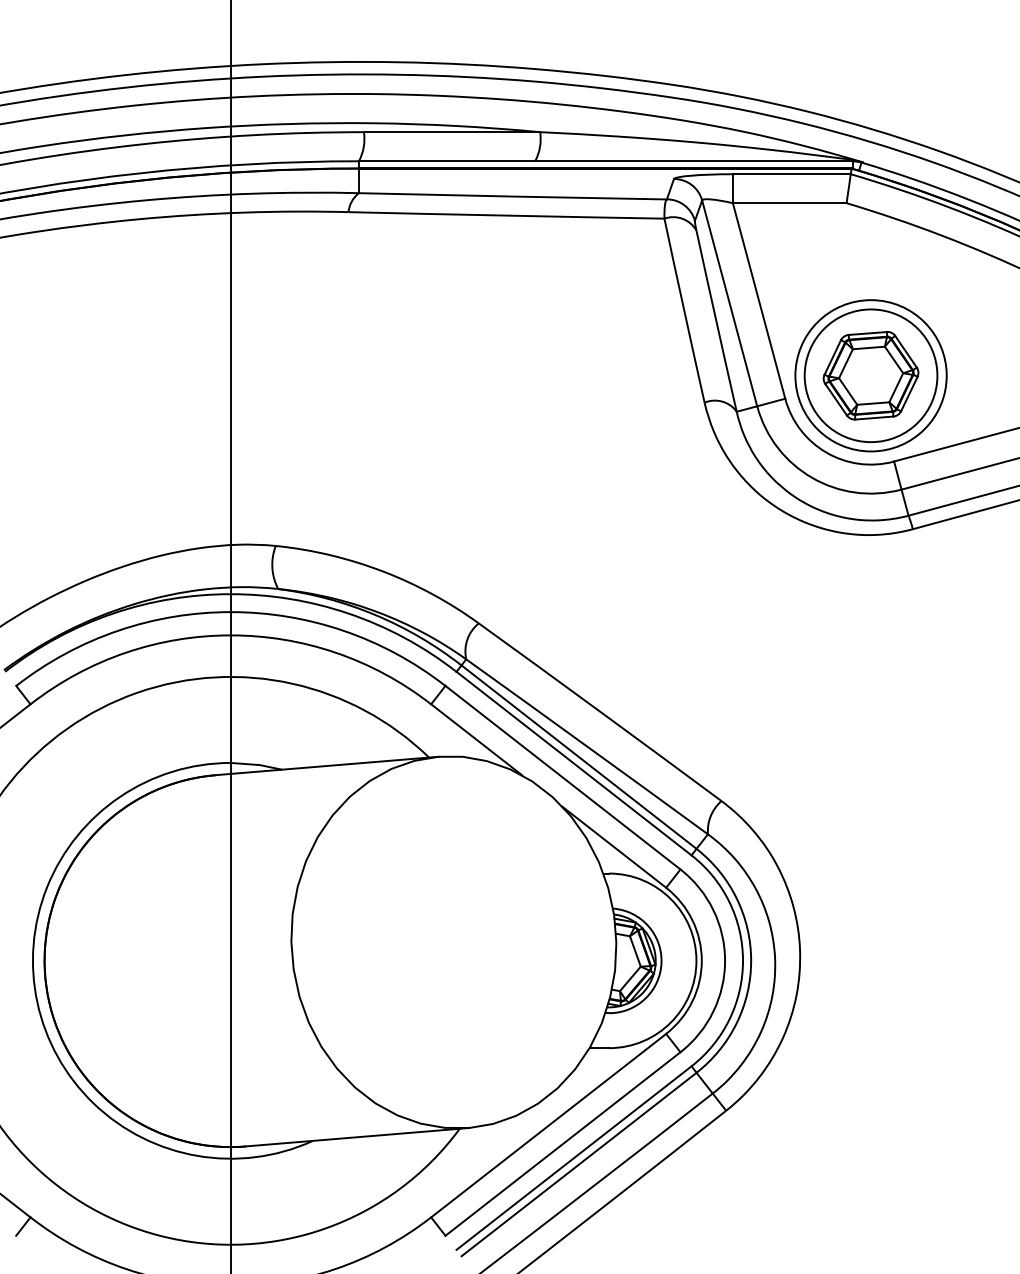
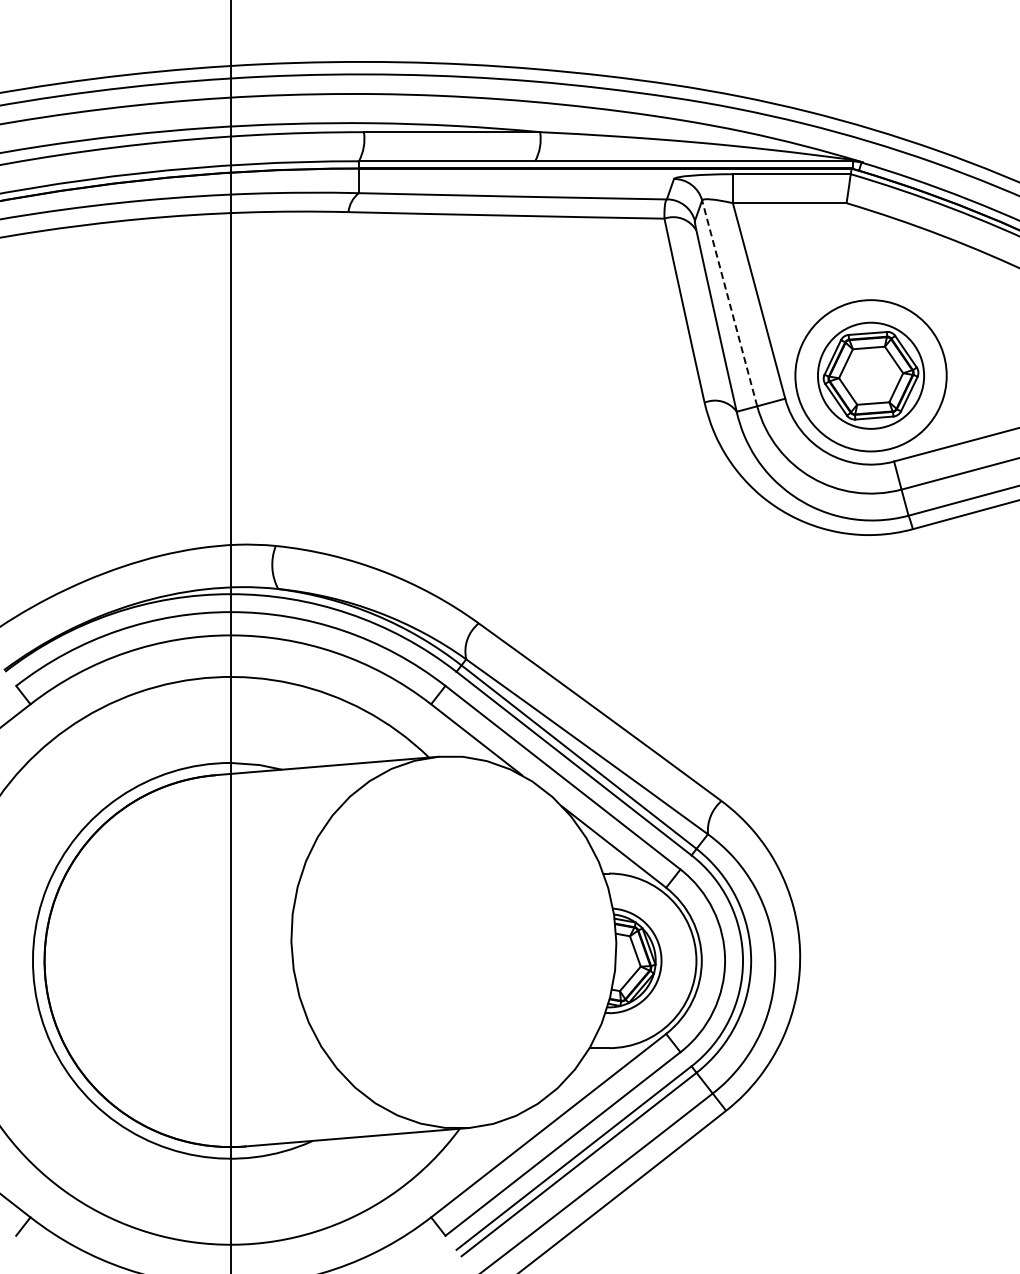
line at (729, 303): solid -> dashed
circle at (870, 375) diameter: 133 px -> 106 px
